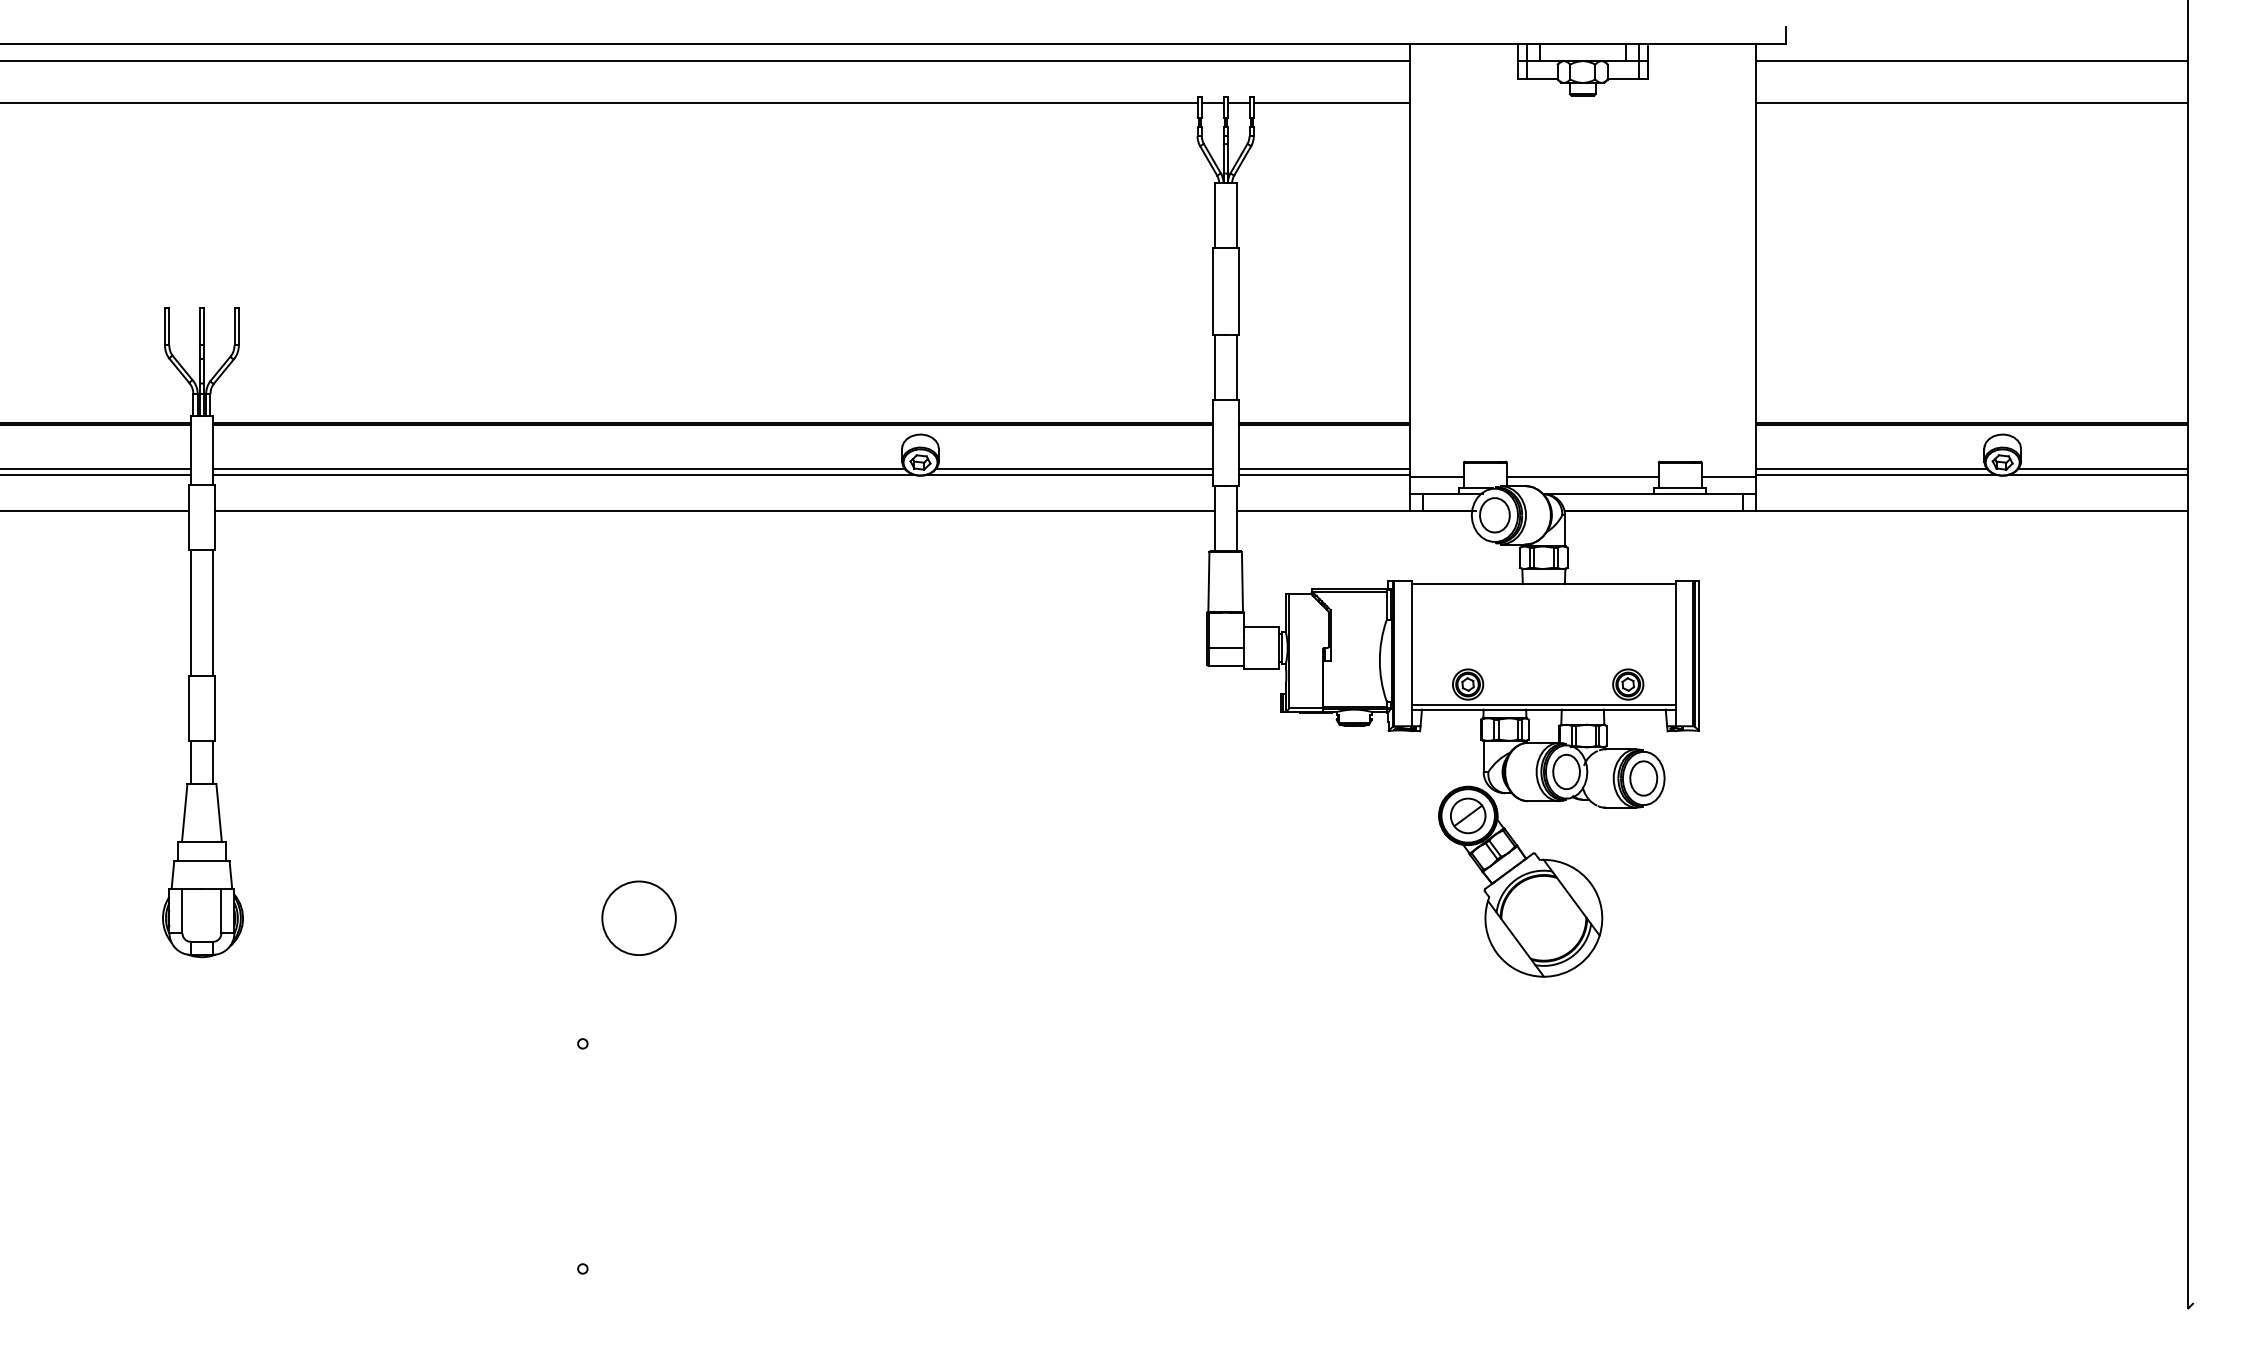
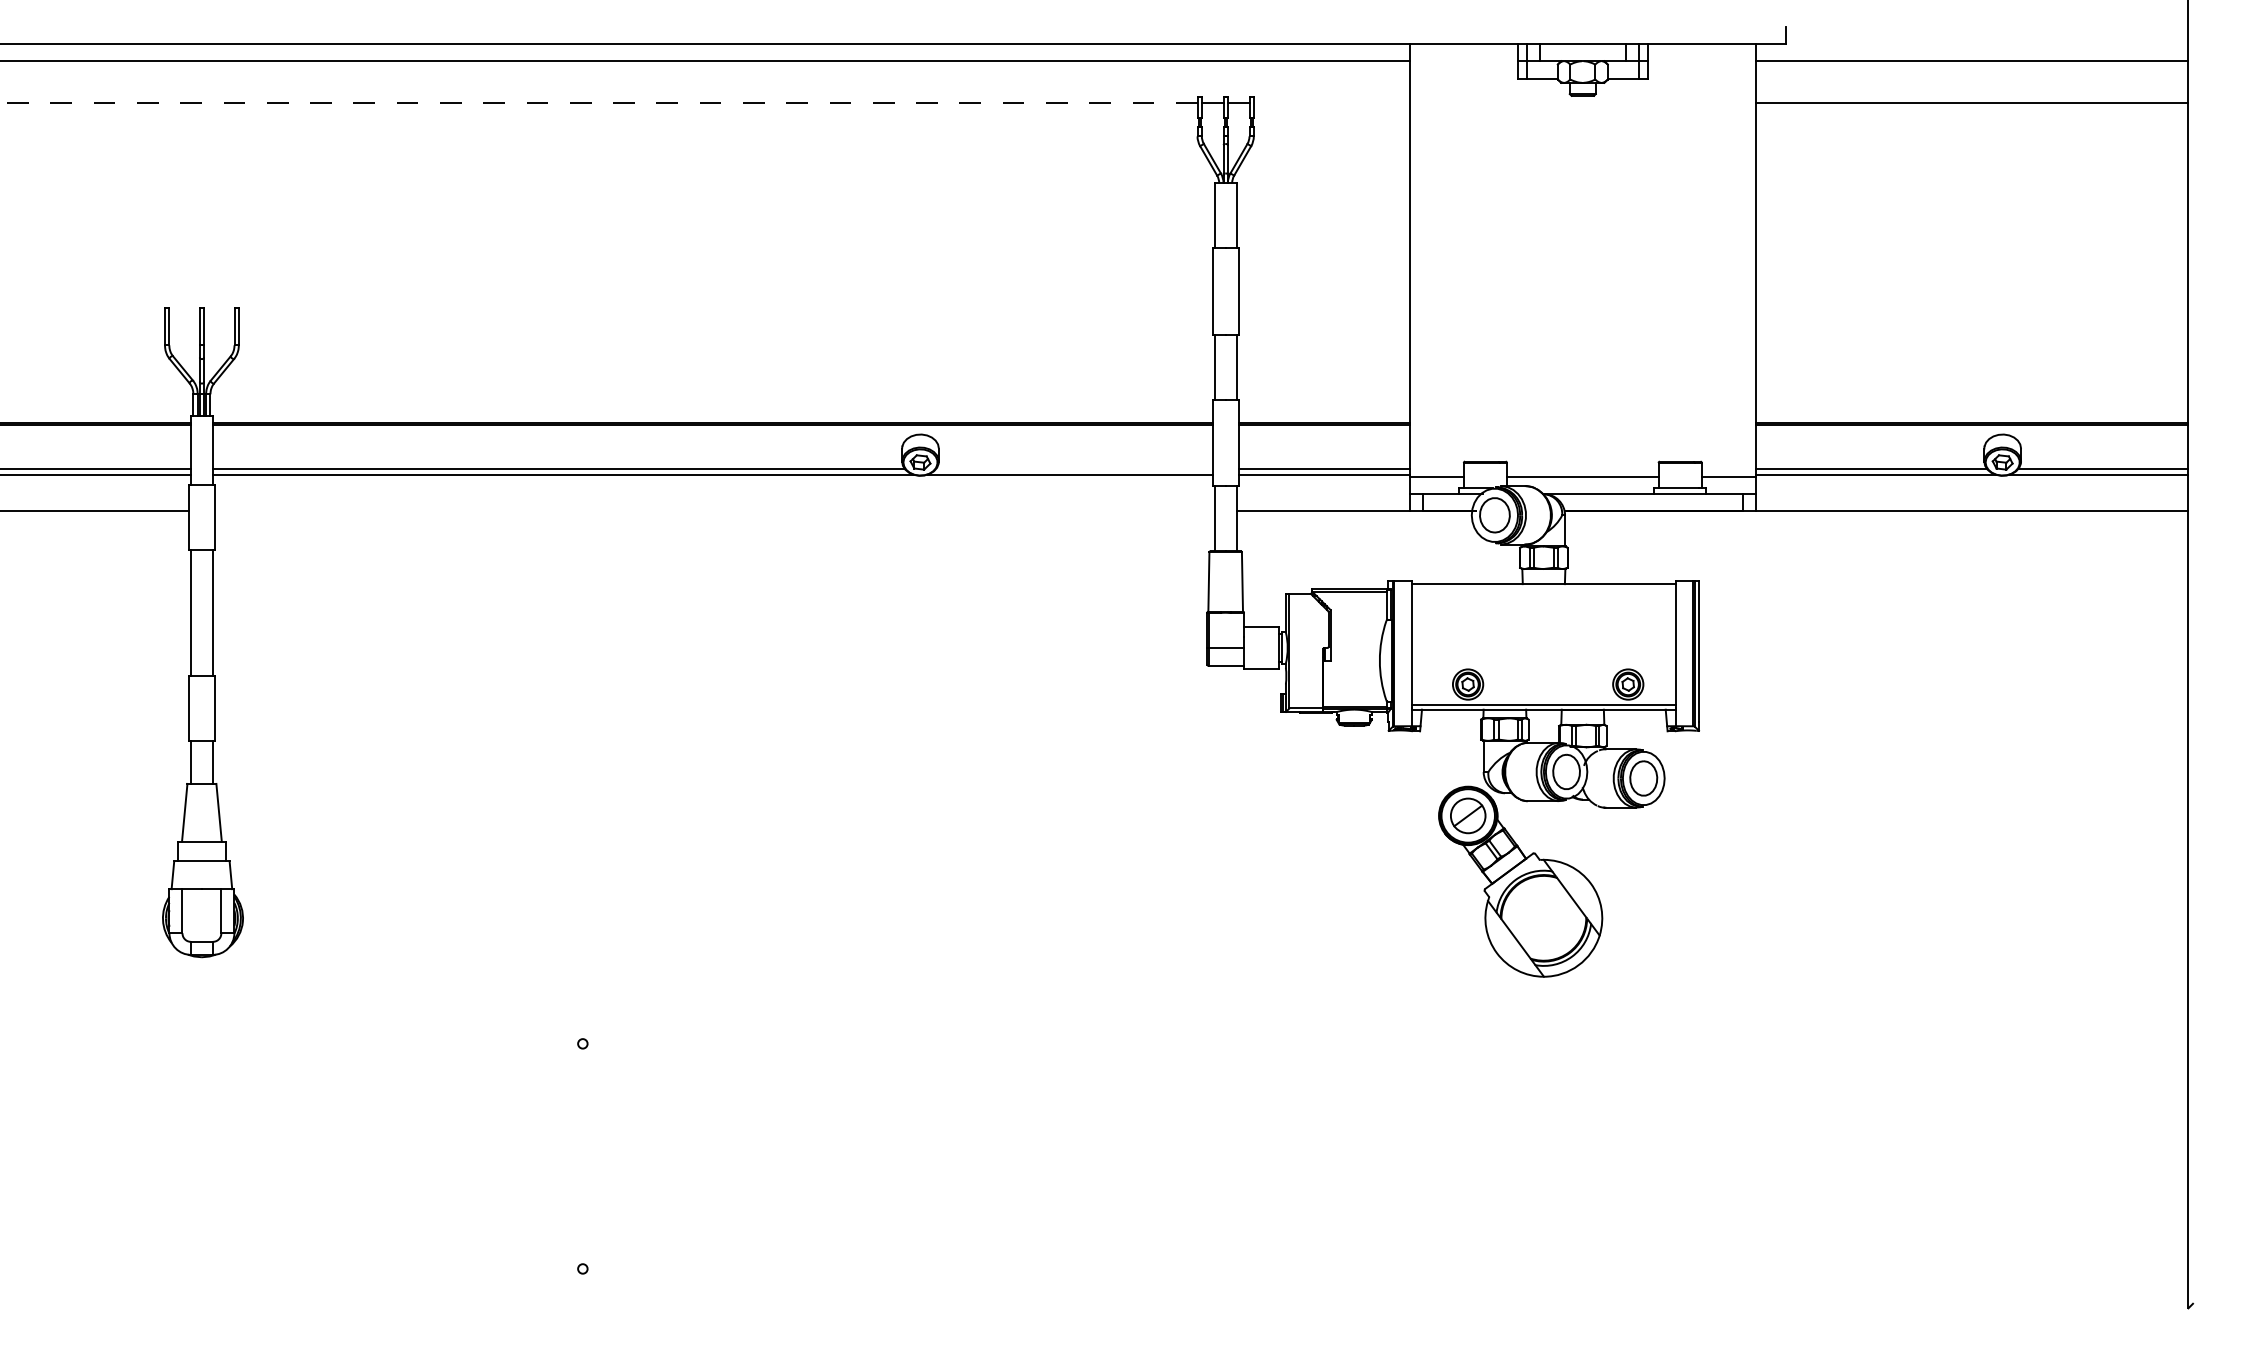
line at (598, 102): solid -> dashed
line at (1331, 102): present -> none
line at (1074, 468): present -> none
line at (714, 511): present -> none
circle at (638, 917): present -> none
